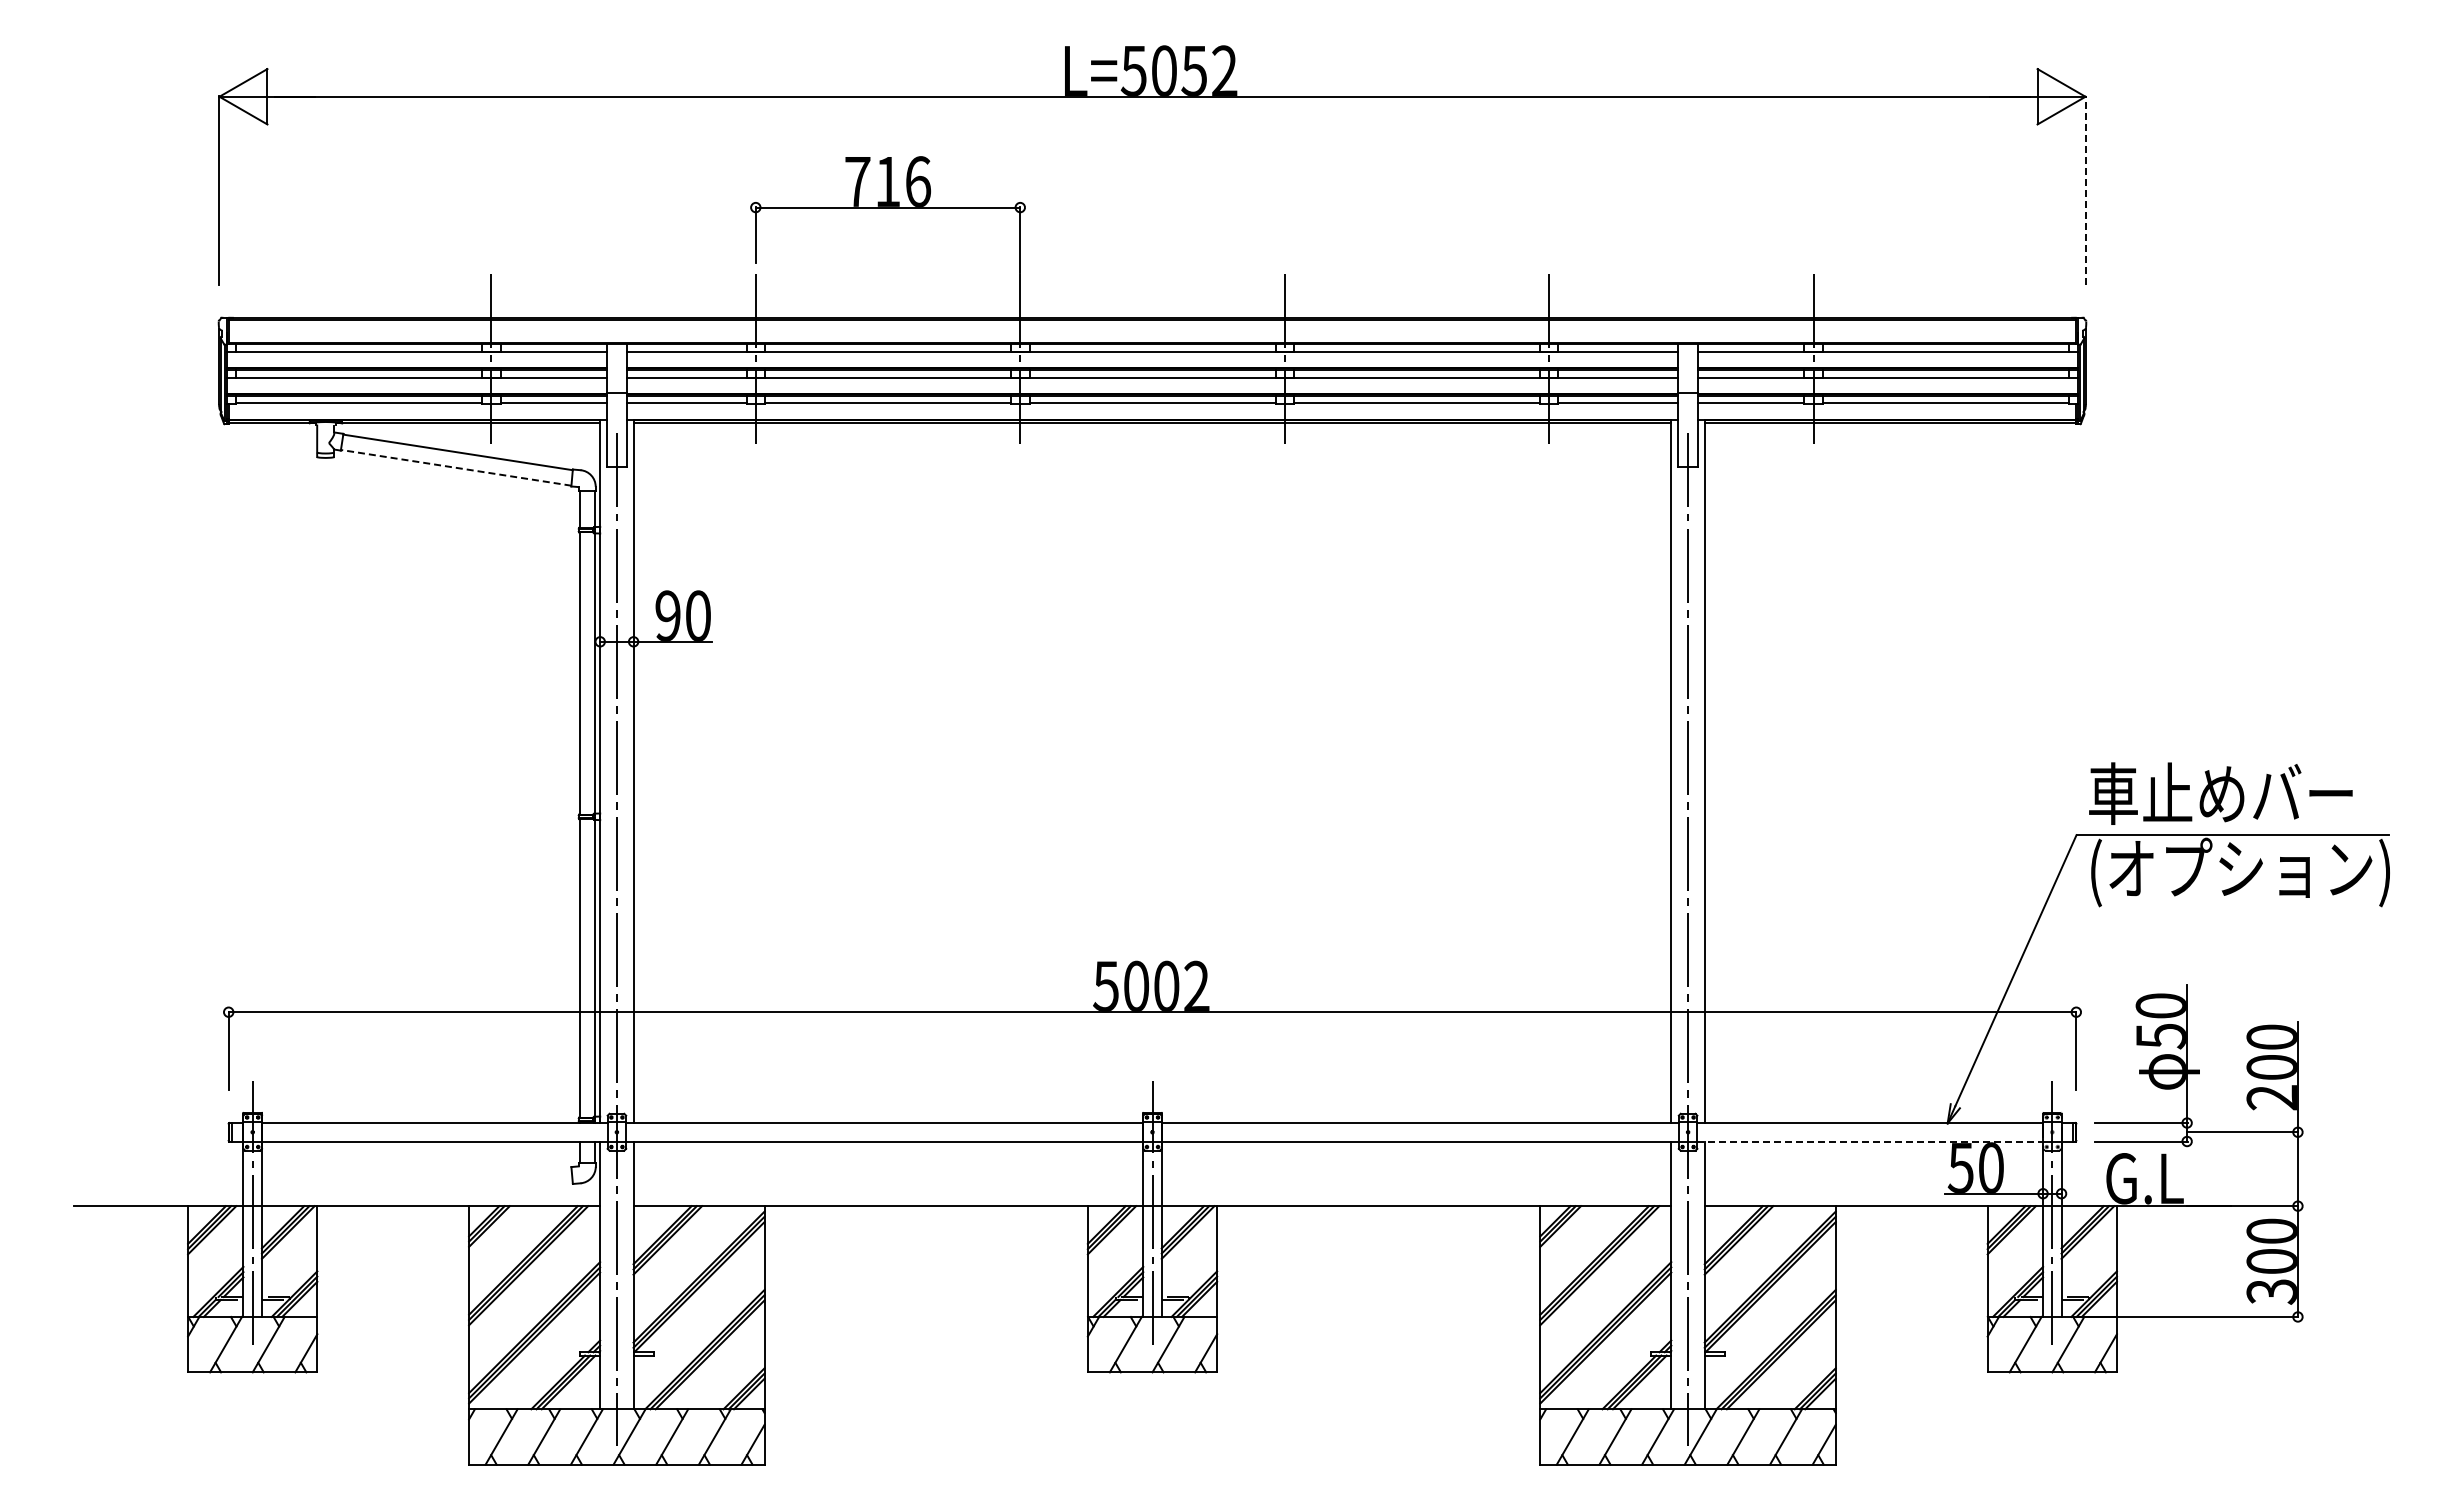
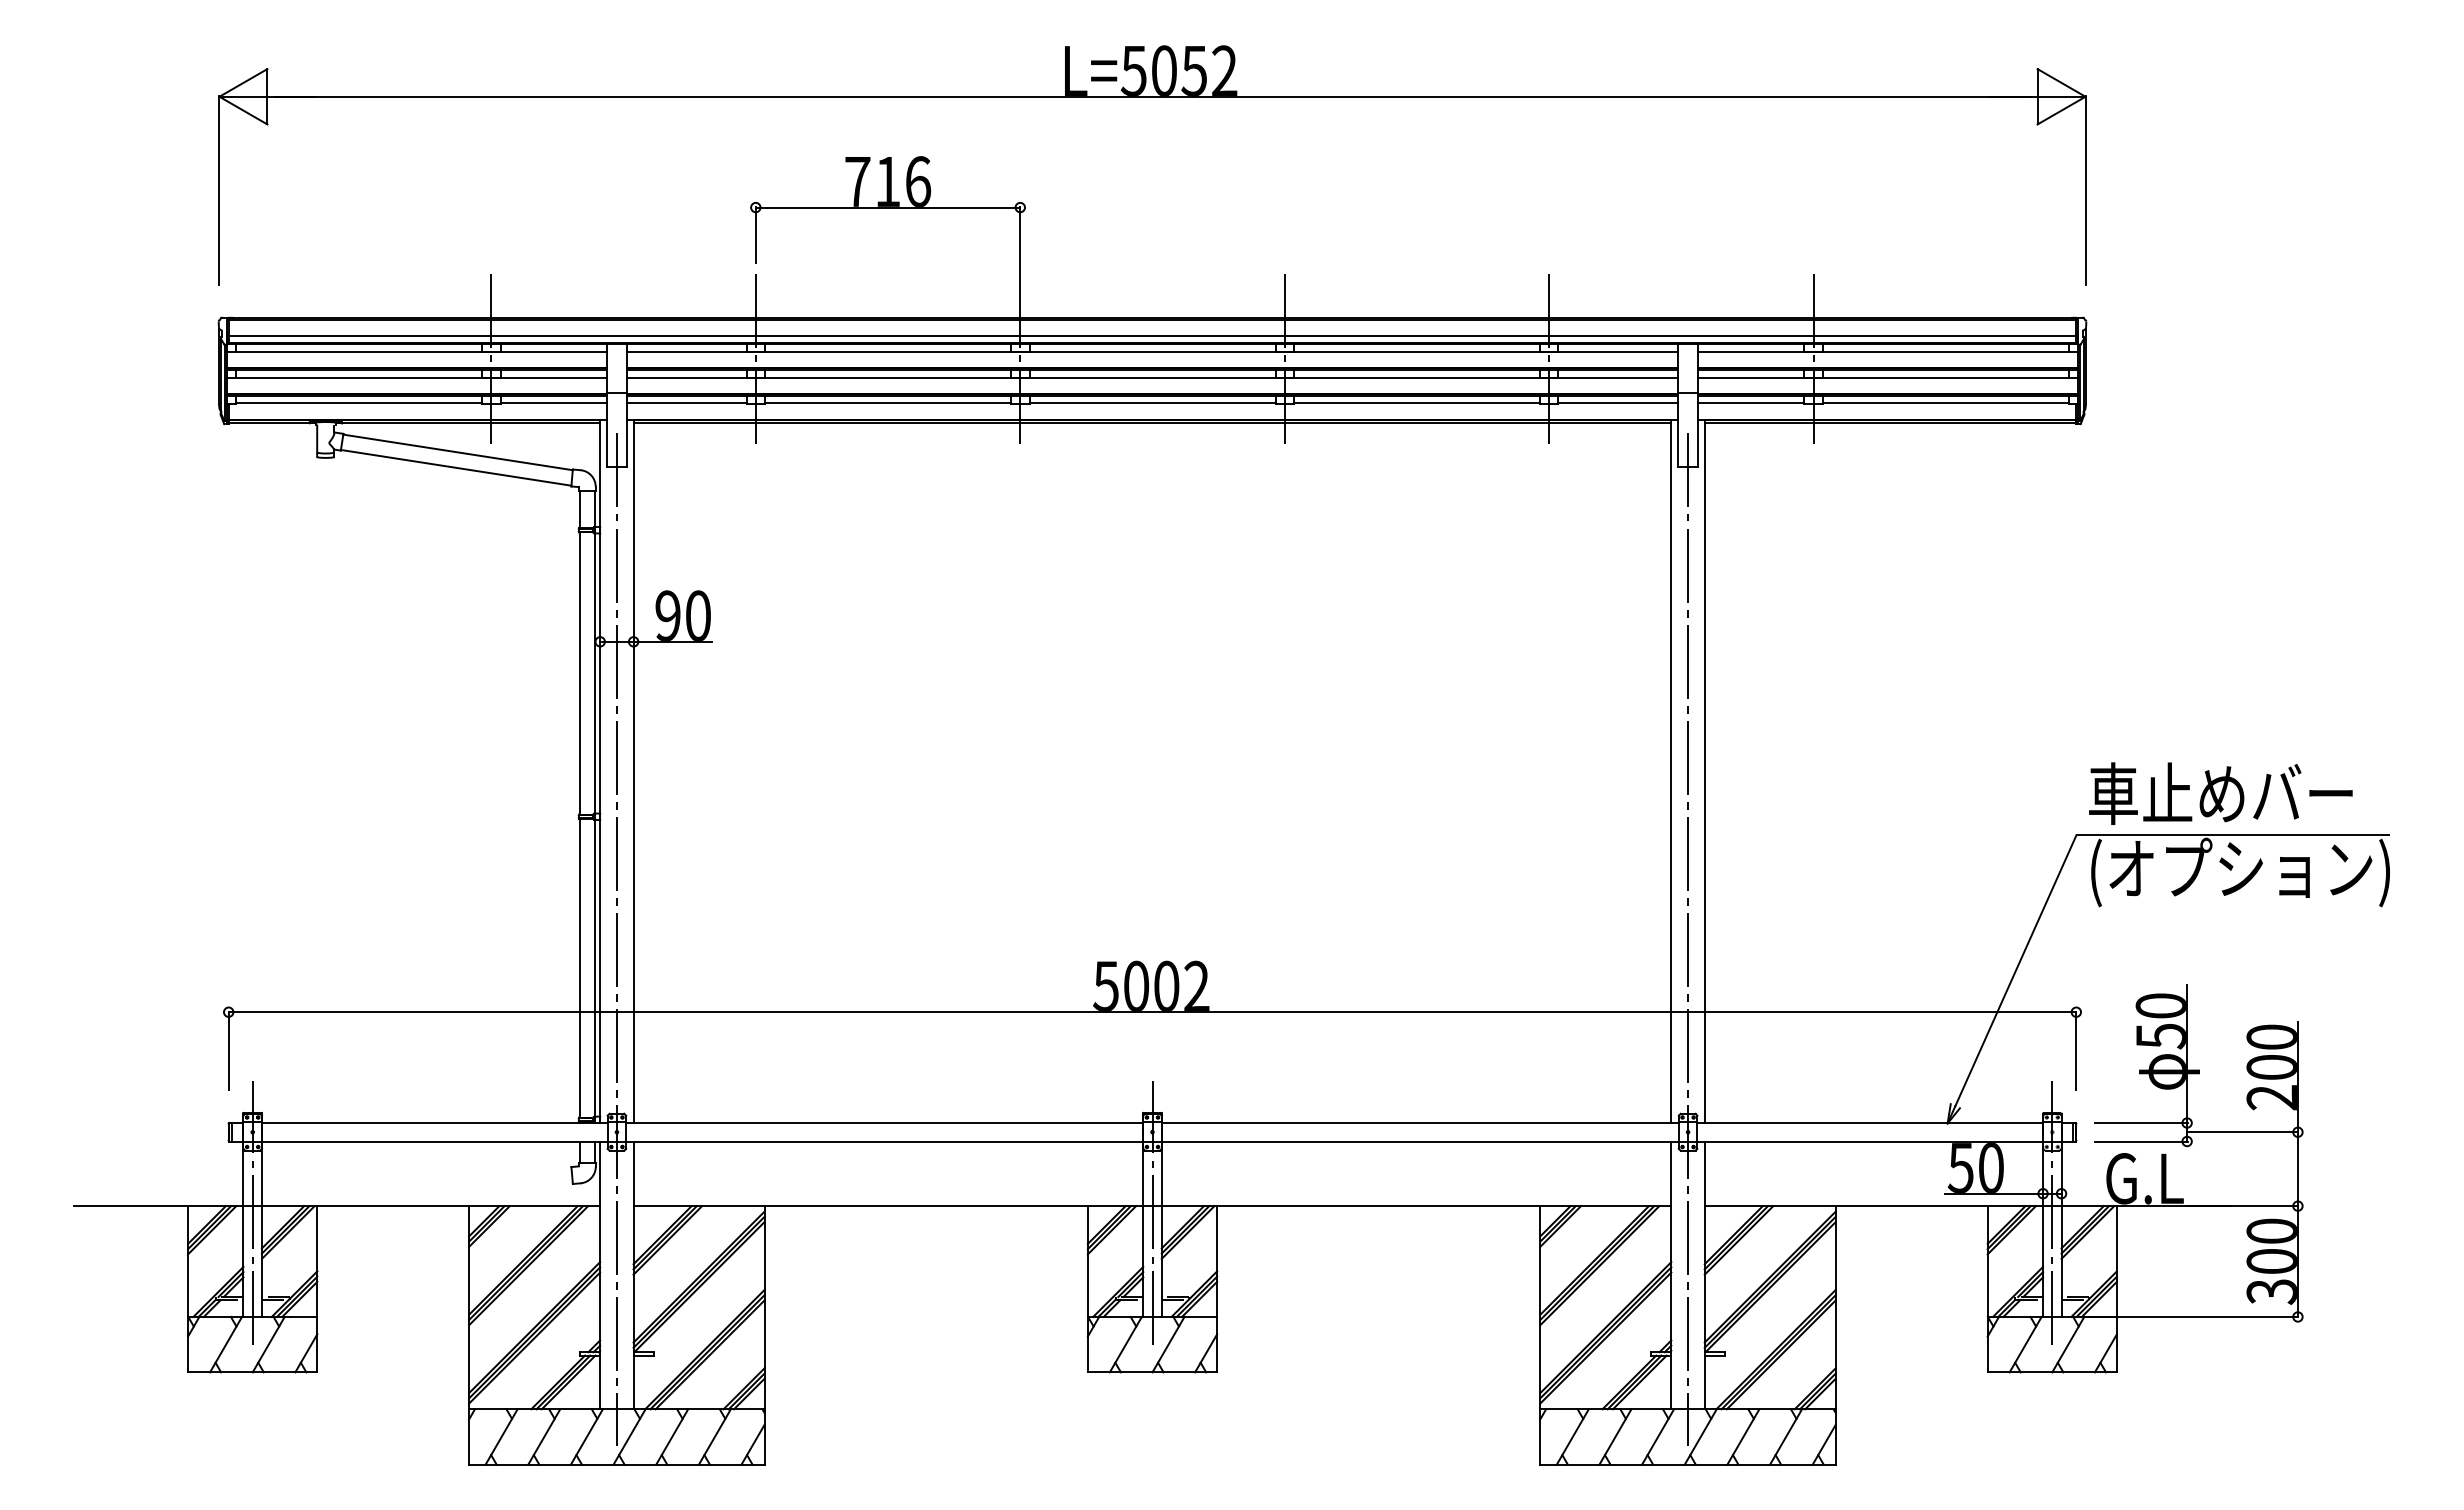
line at (2085, 190): dashed -> solid
line at (1152, 336): none -> present
line at (456, 467): dashed -> solid
line at (1870, 1141): dashed -> solid
